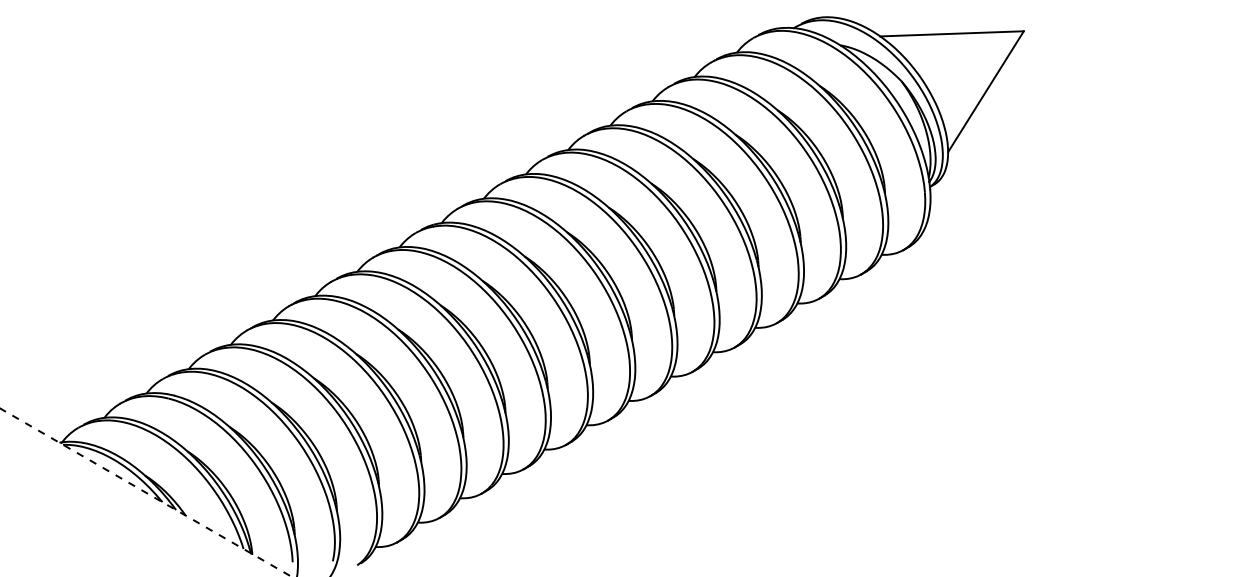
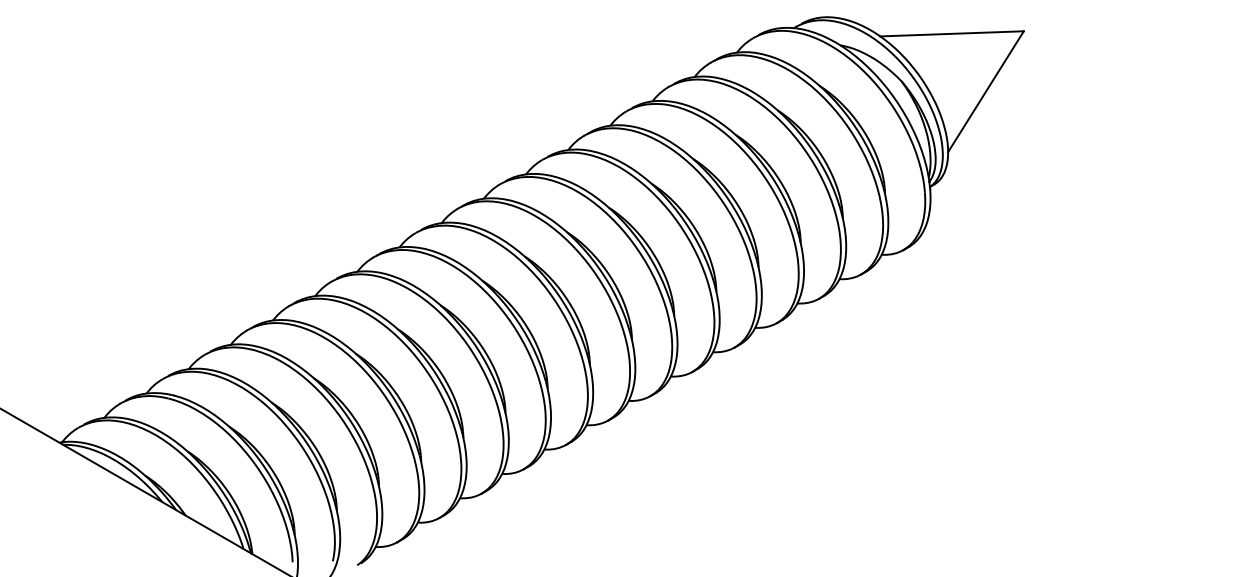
line at (145, 492): dashed -> solid
